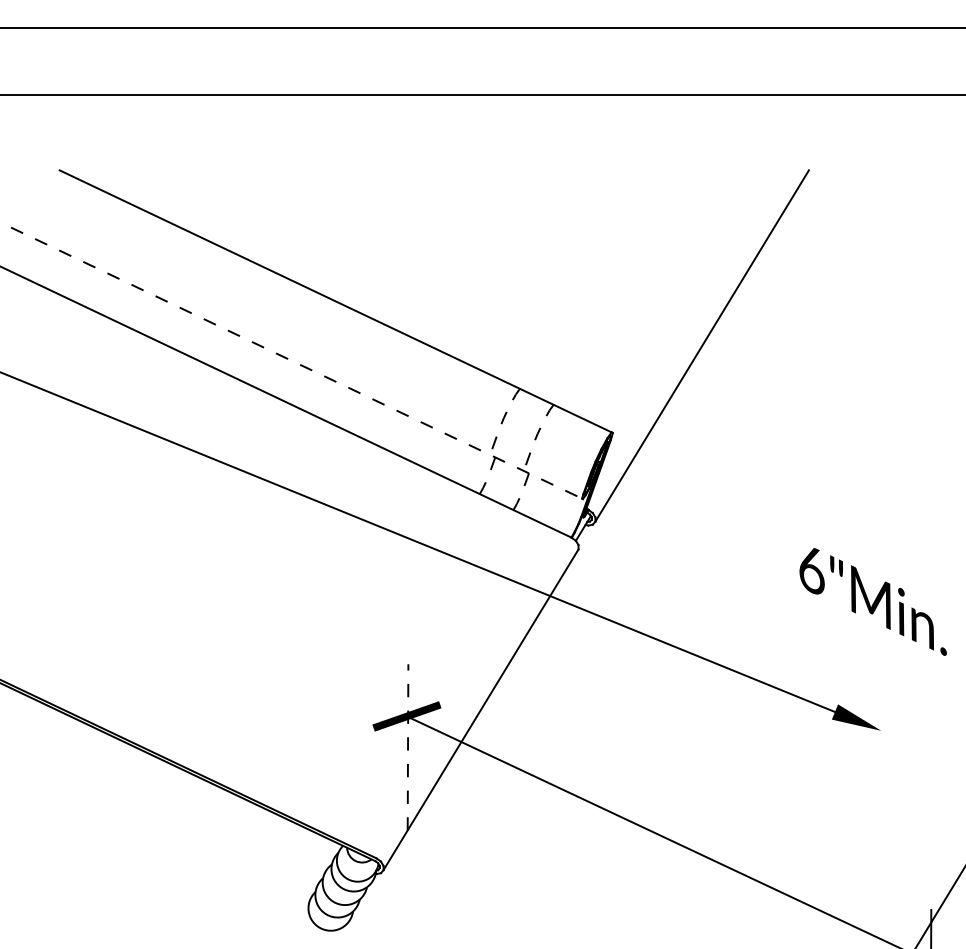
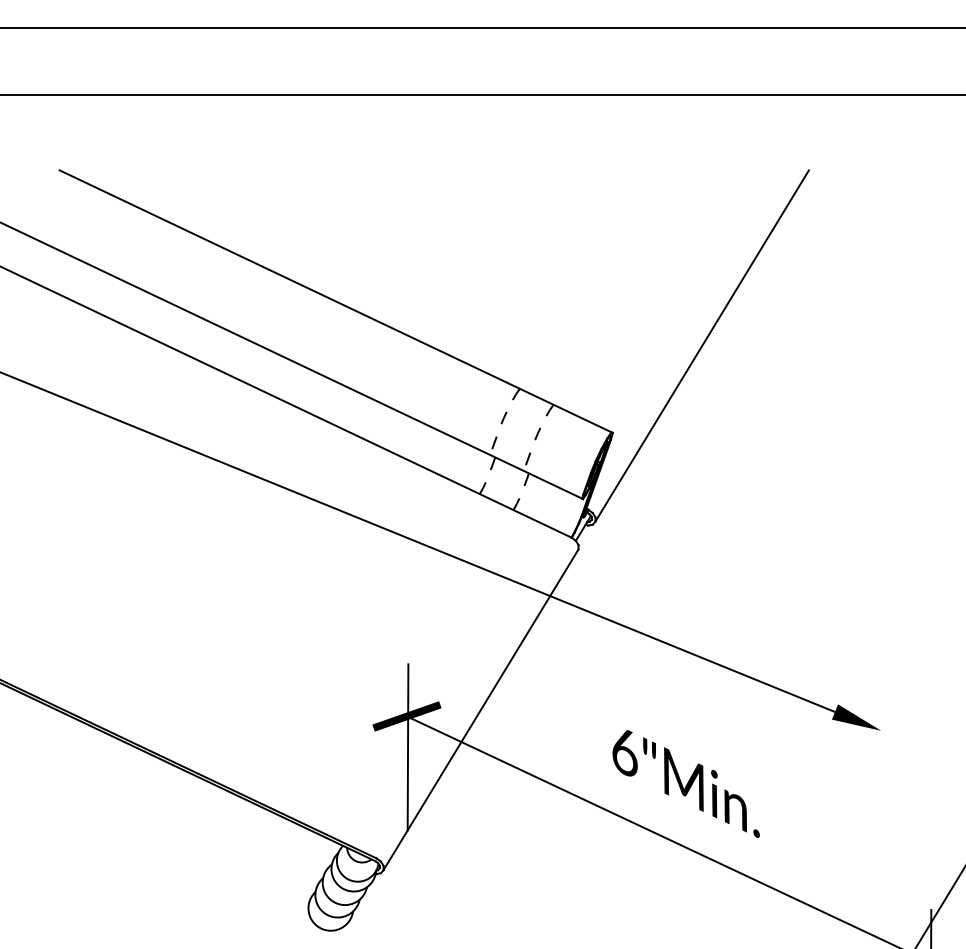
line at (292, 361): dashed -> solid
text at (872, 601) position: (872, 601) -> (685, 783)
line at (408, 746): dashed -> solid
